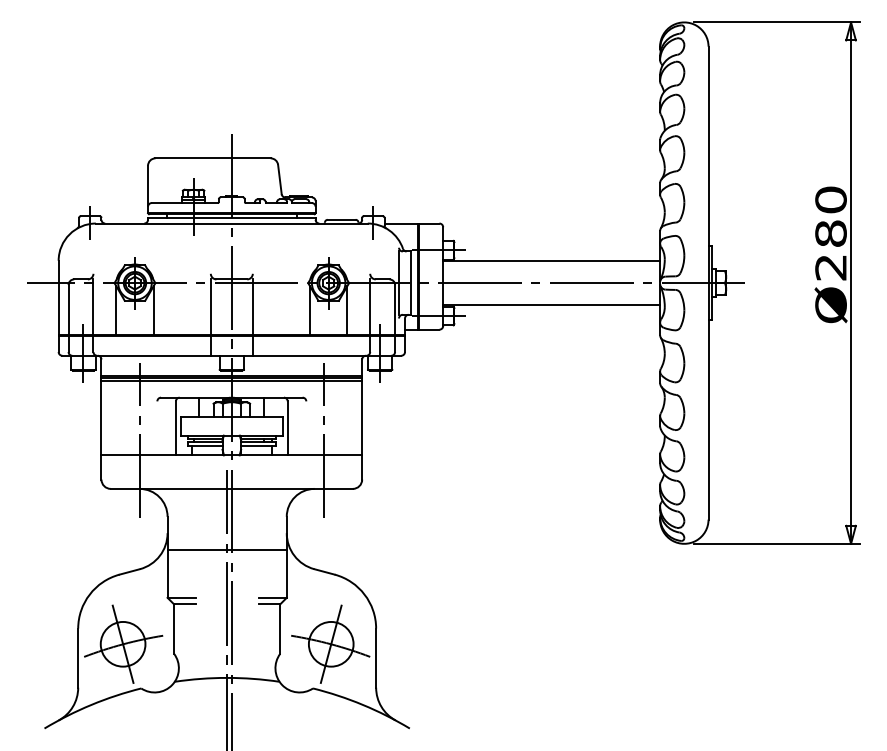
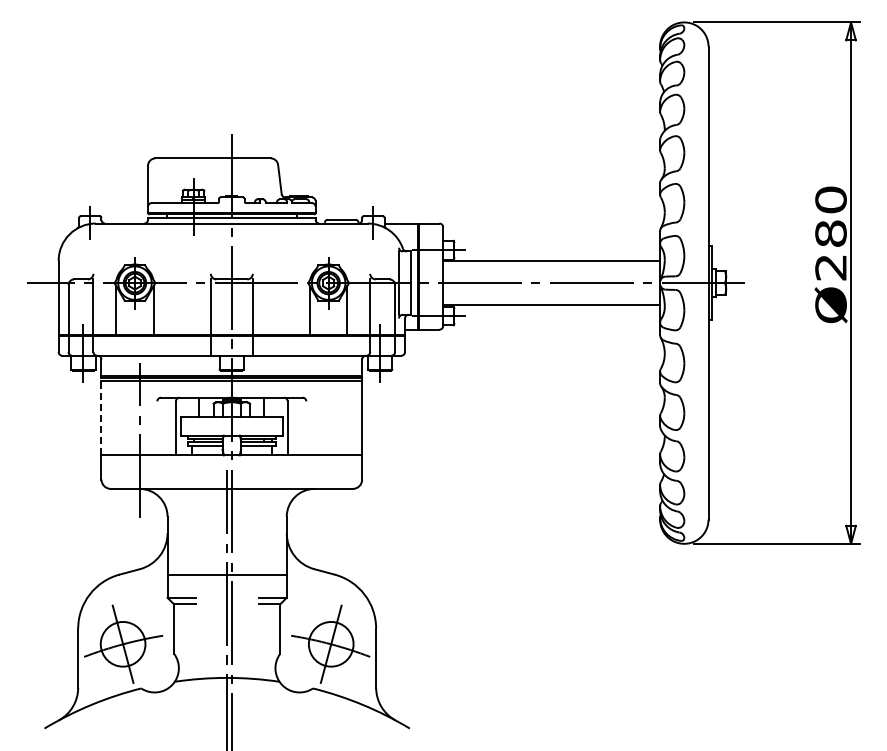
line at (101, 415): solid -> dashed
line at (324, 439): present -> none
line at (226, 550) position: (226, 550) -> (226, 575)
